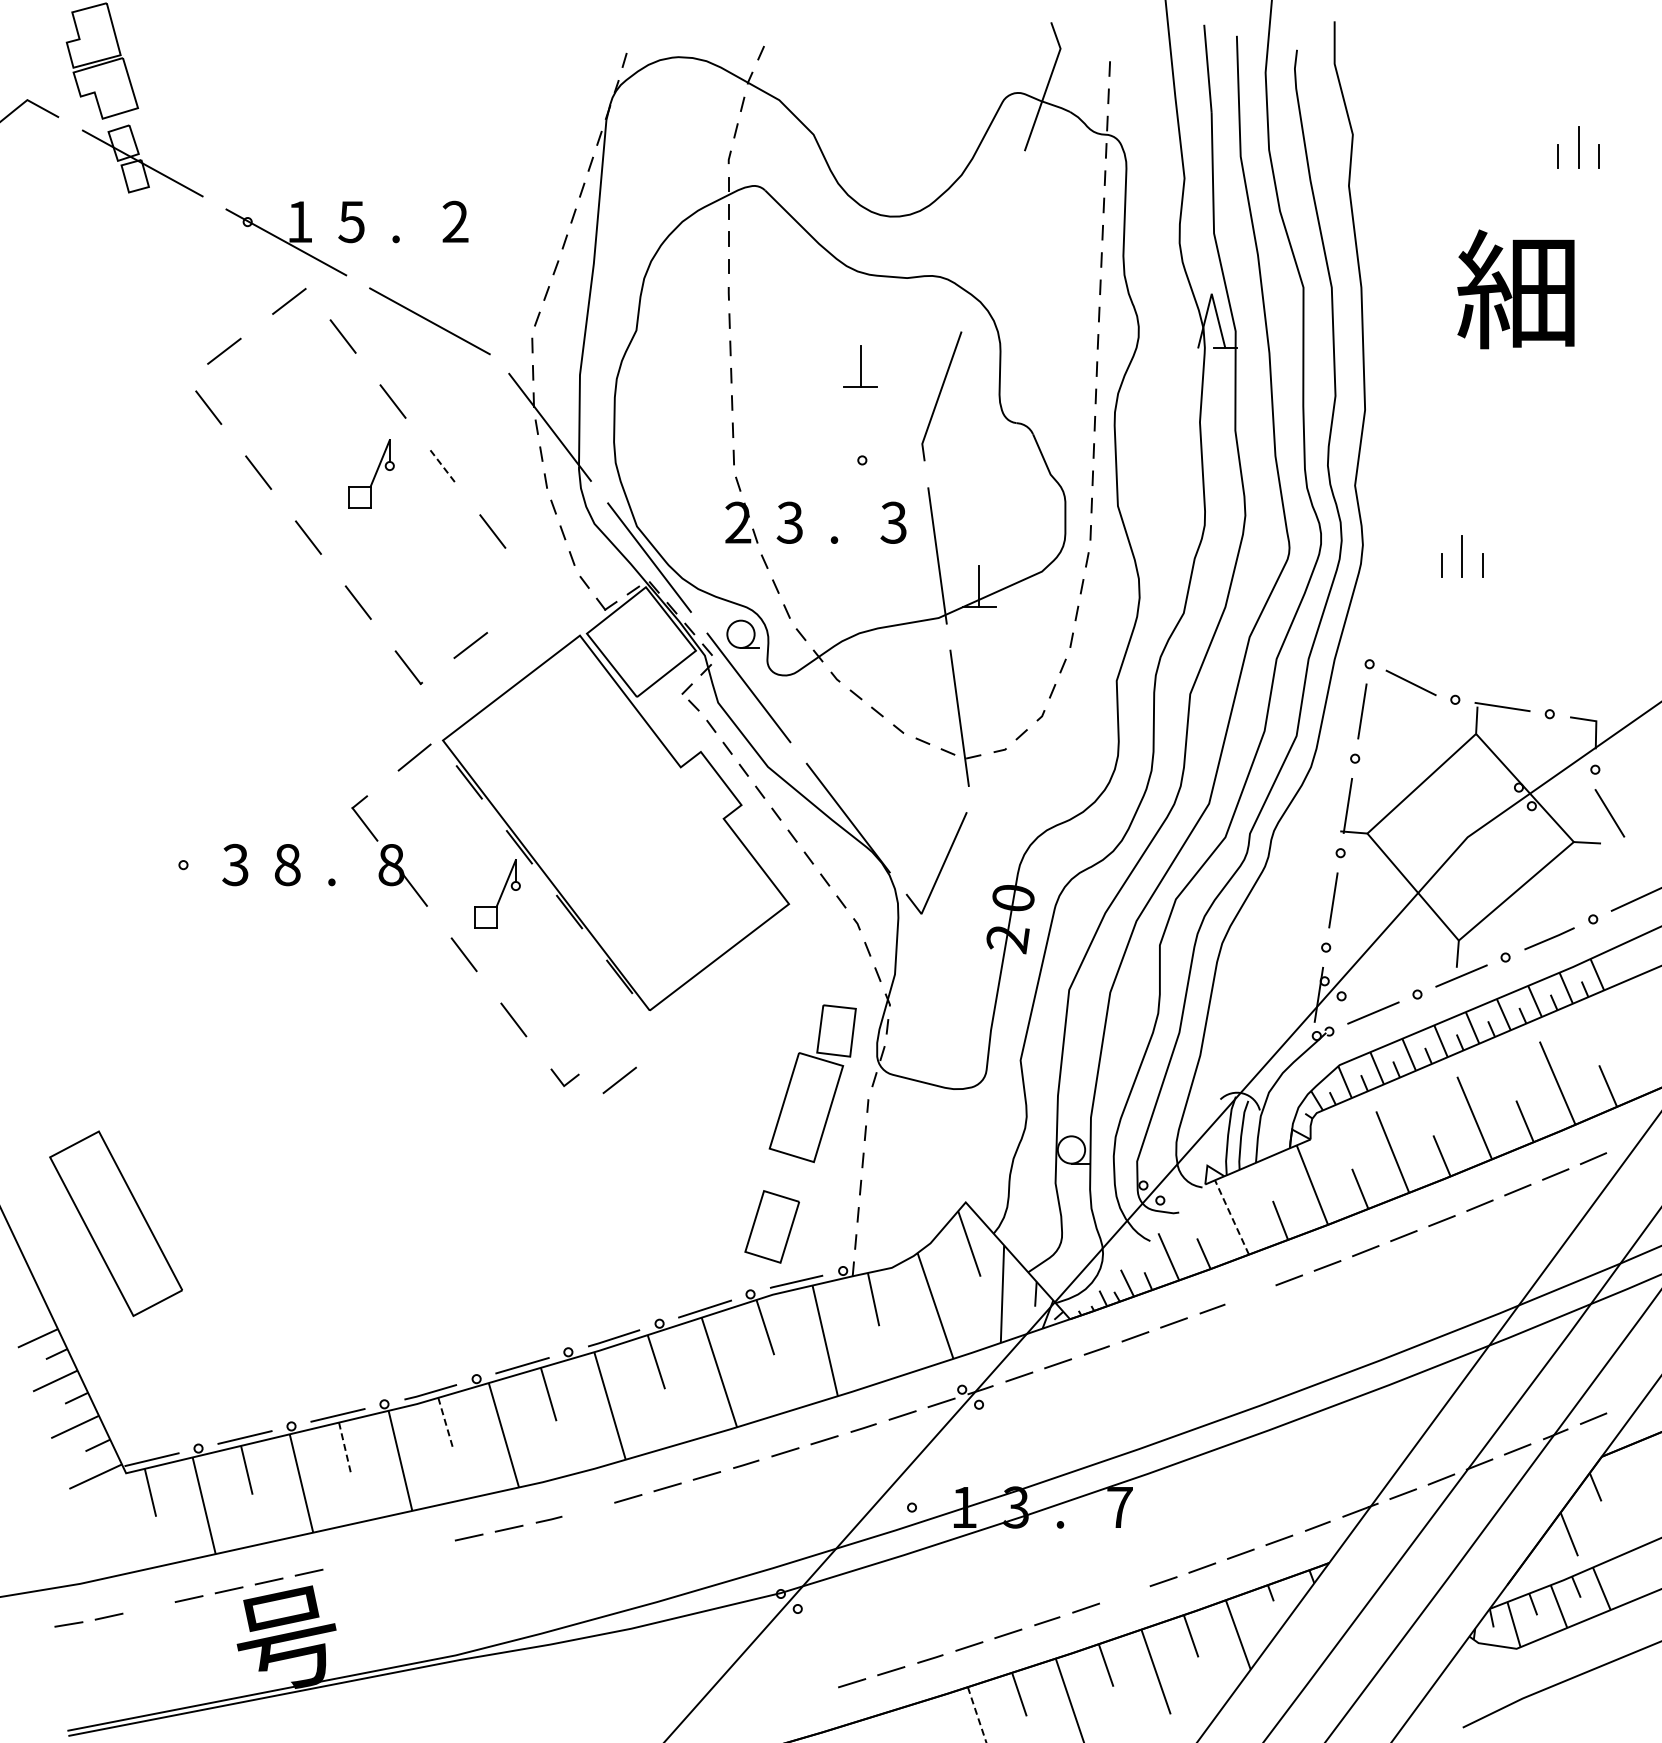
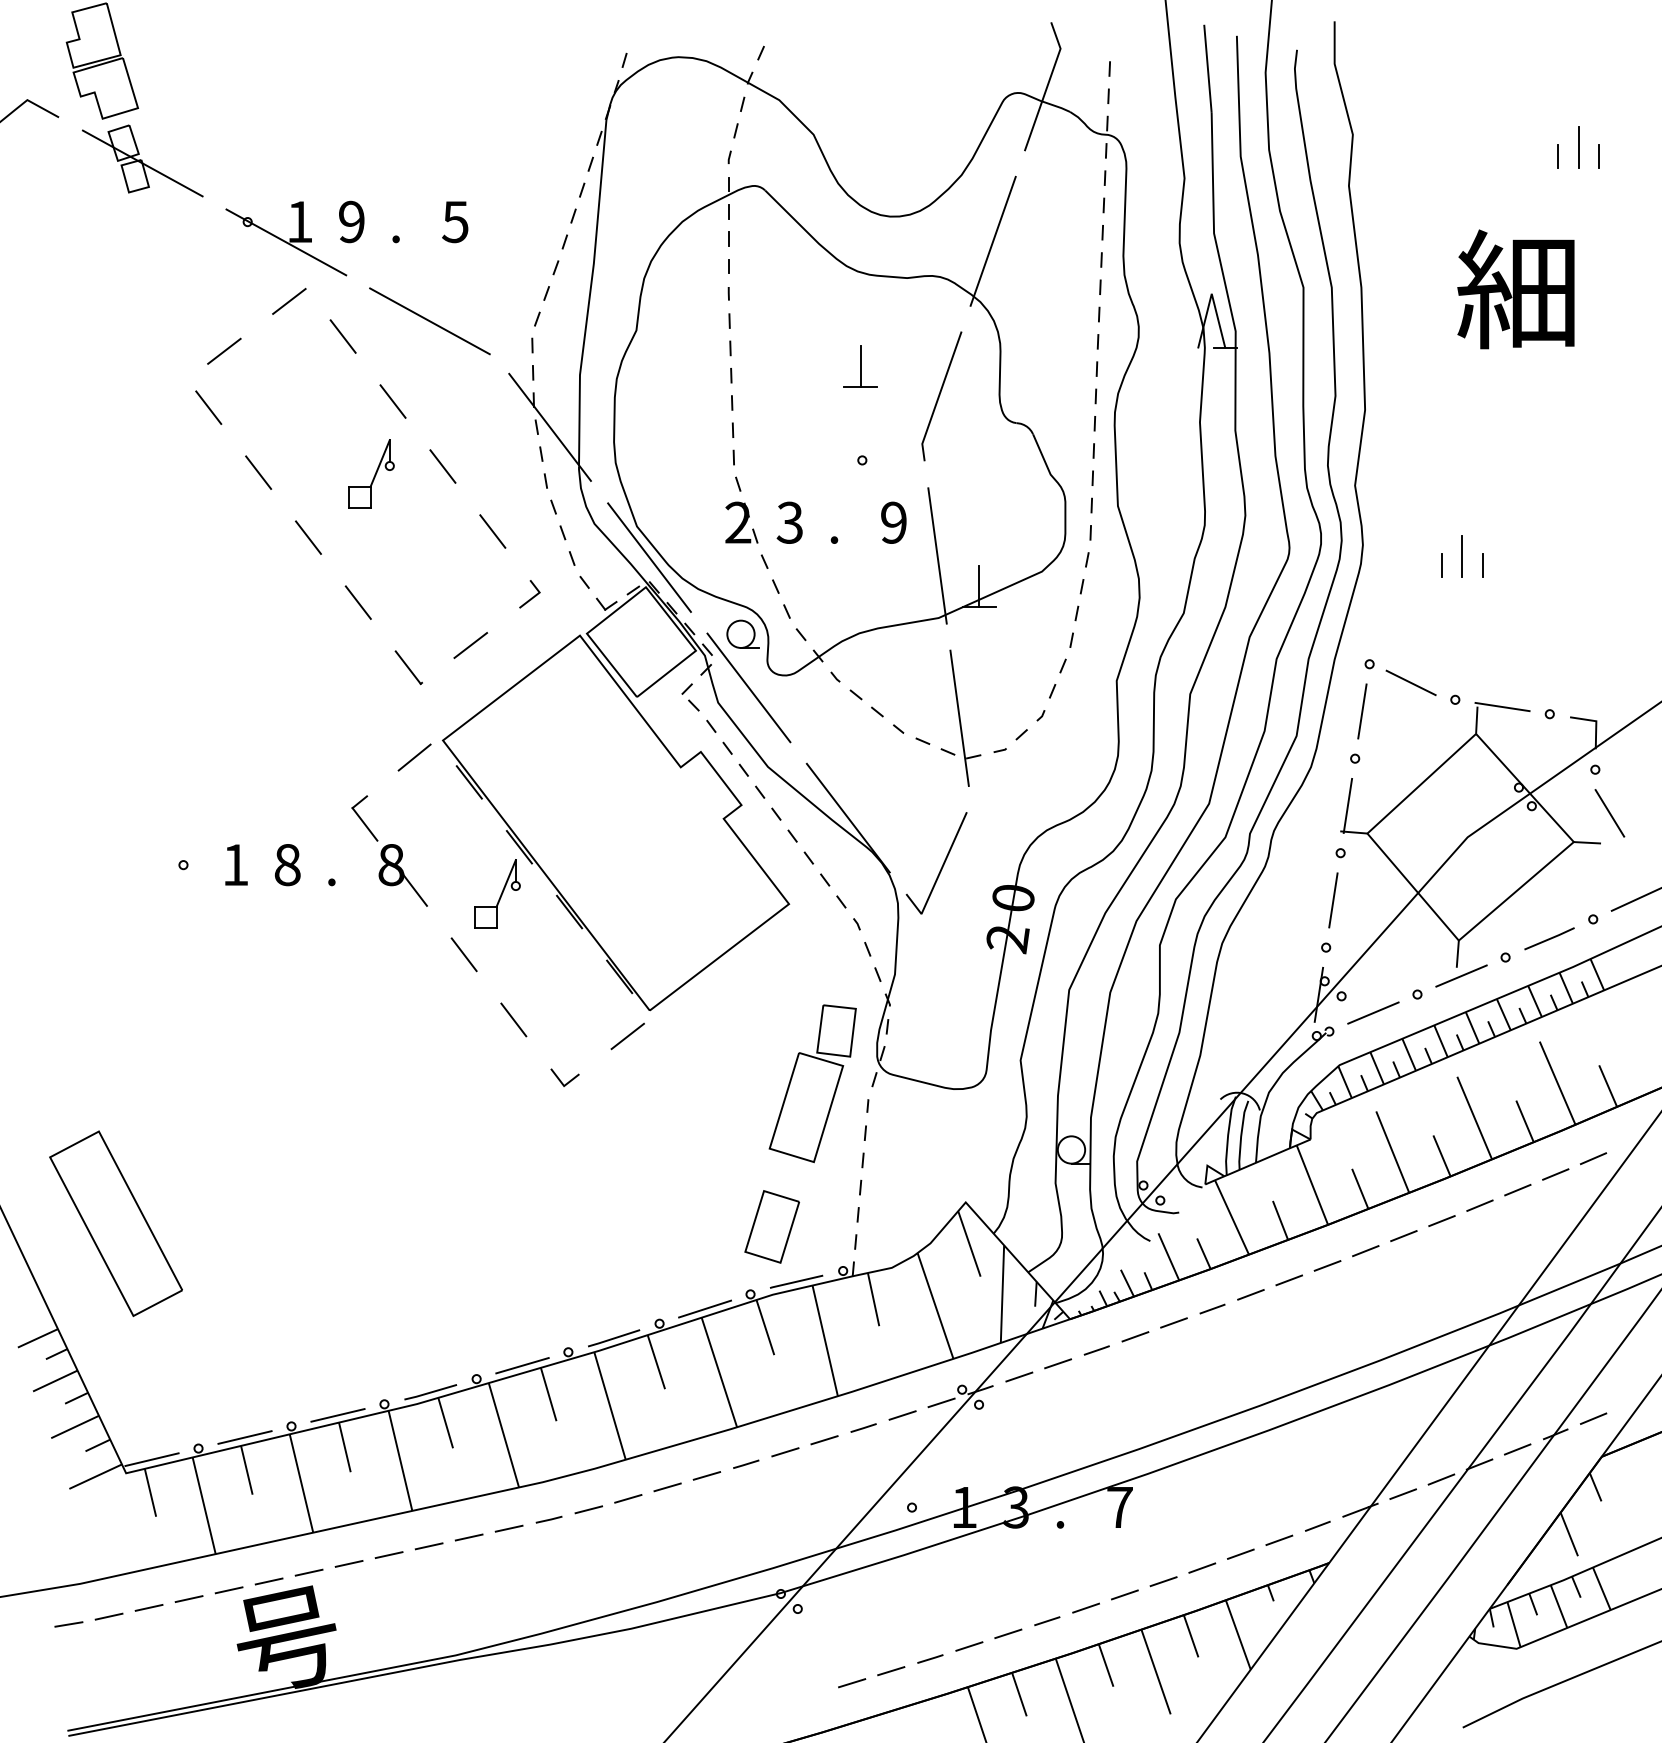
text at (351, 221): 5 -> 9
text at (455, 221): 2 -> 5
line at (992, 240): none -> present
line at (443, 466): dashed -> solid
text at (893, 522): 3 -> 9
line at (532, 596): none -> present
text at (235, 864): 3 -> 1
line at (619, 1080) position: (619, 1080) -> (627, 1036)
line at (1232, 1217): dashed -> solid
line at (1250, 1294): none -> present
line at (445, 1423): dashed -> solid
line at (344, 1447): dashed -> solid
line at (588, 1509): none -> present
line at (428, 1546): none -> present
line at (388, 1554): none -> present
line at (348, 1563): none -> present
line at (1124, 1594): none -> present
line at (148, 1607): none -> present
line at (977, 1714): dashed -> solid
